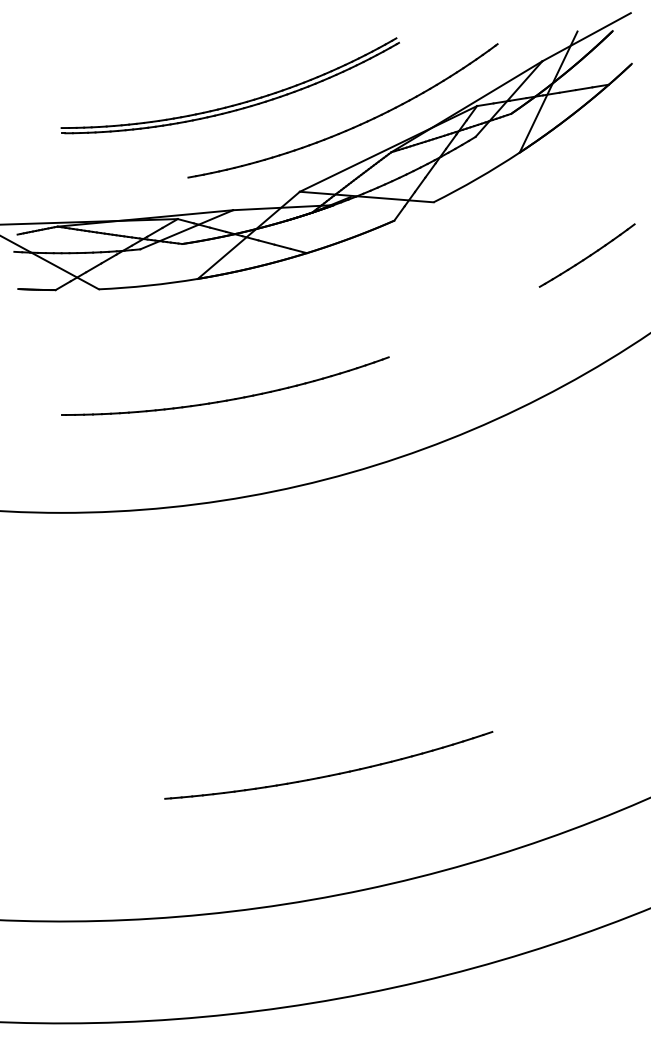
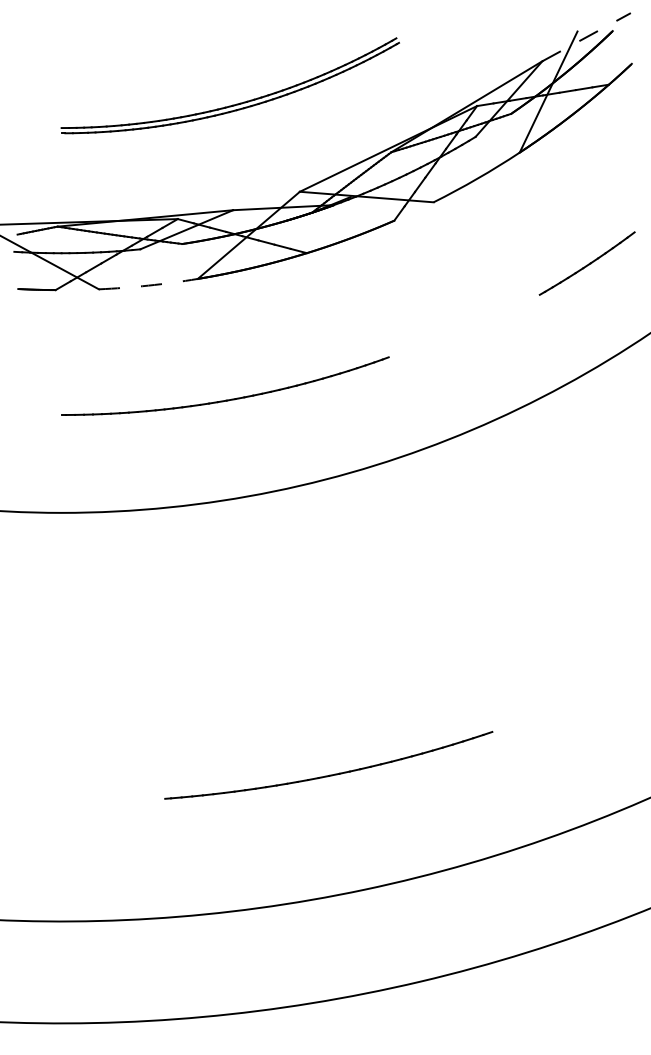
line at (587, 36): solid -> dashed
part at (351, 127): present -> none
part at (586, 255) position: (586, 255) -> (586, 263)
arc at (148, 285): solid -> dashed
